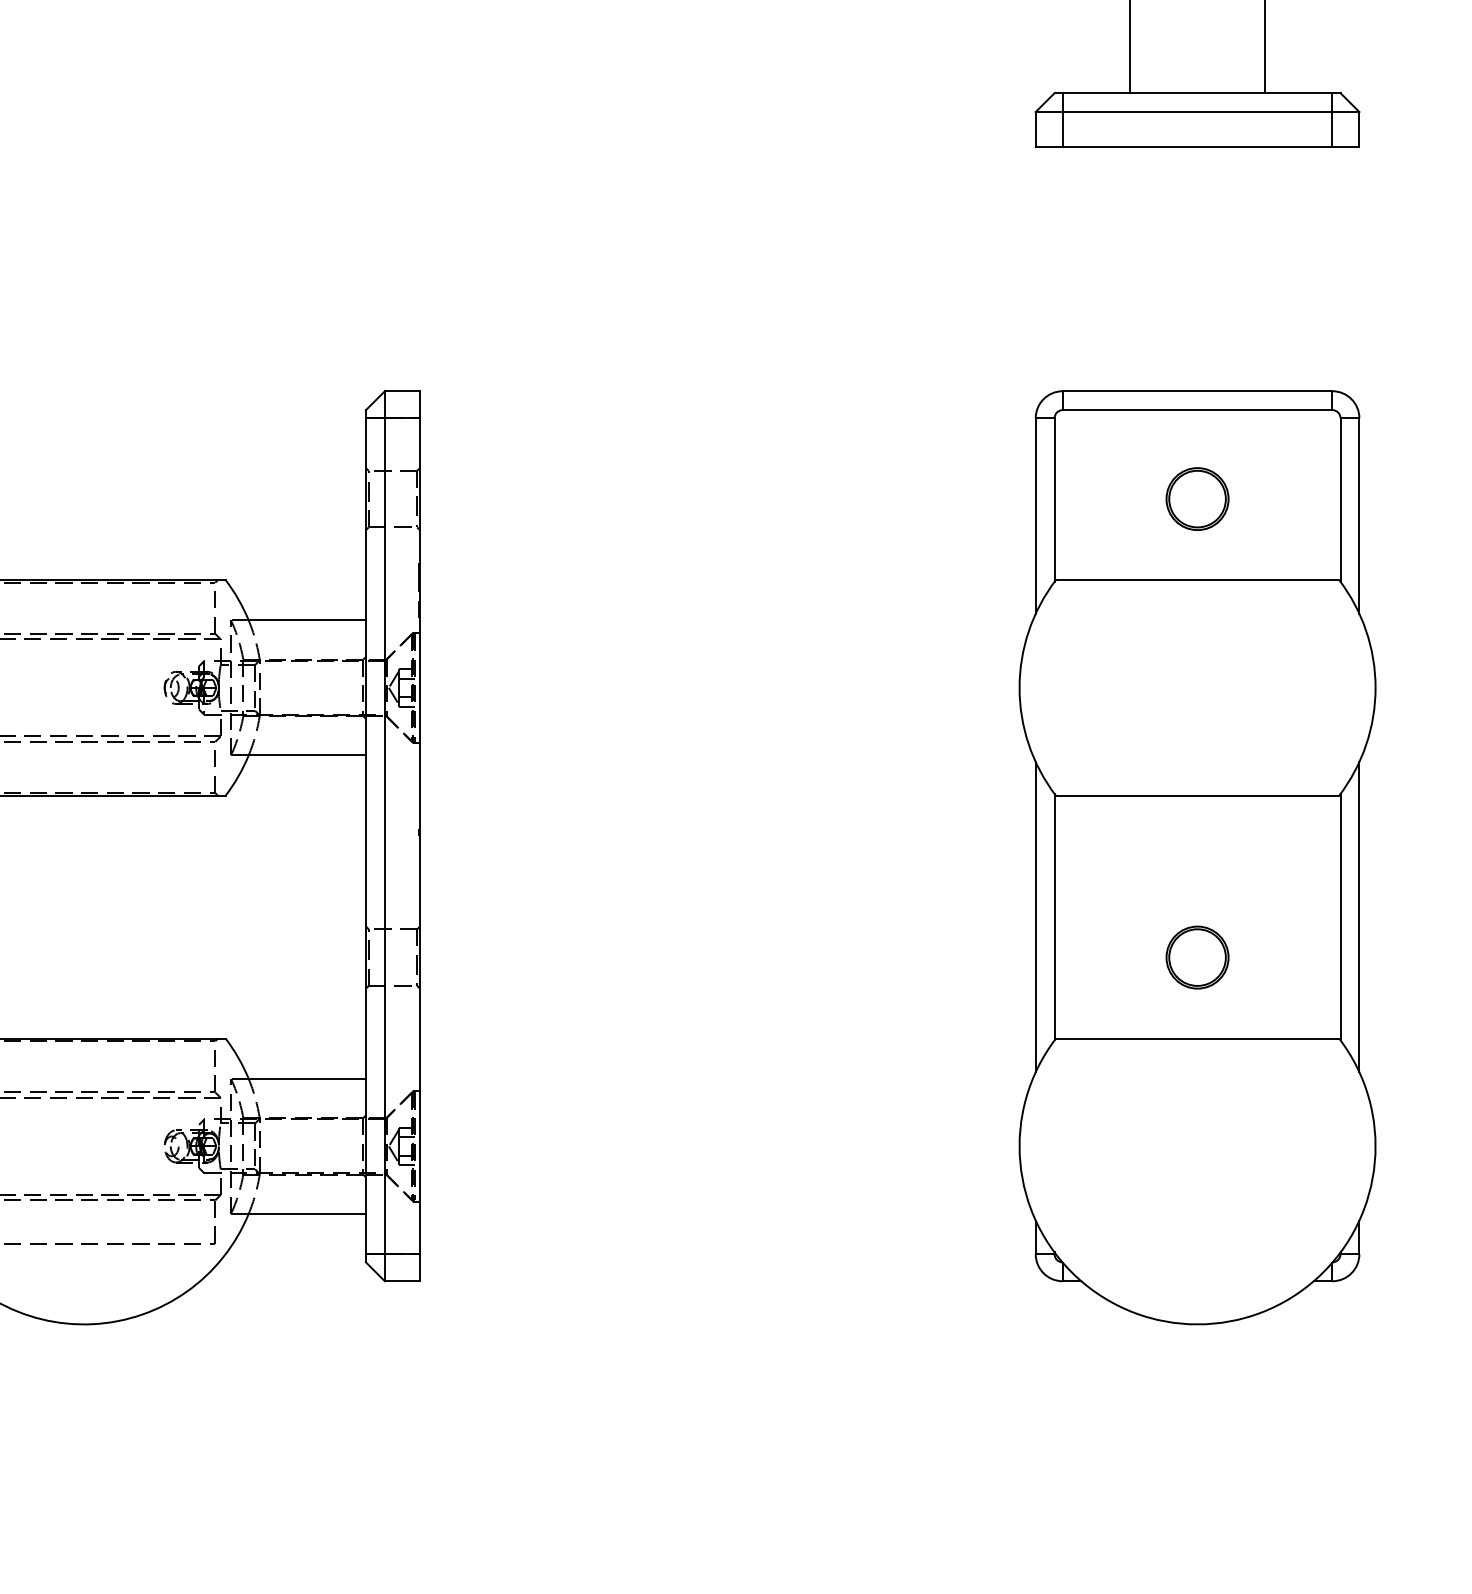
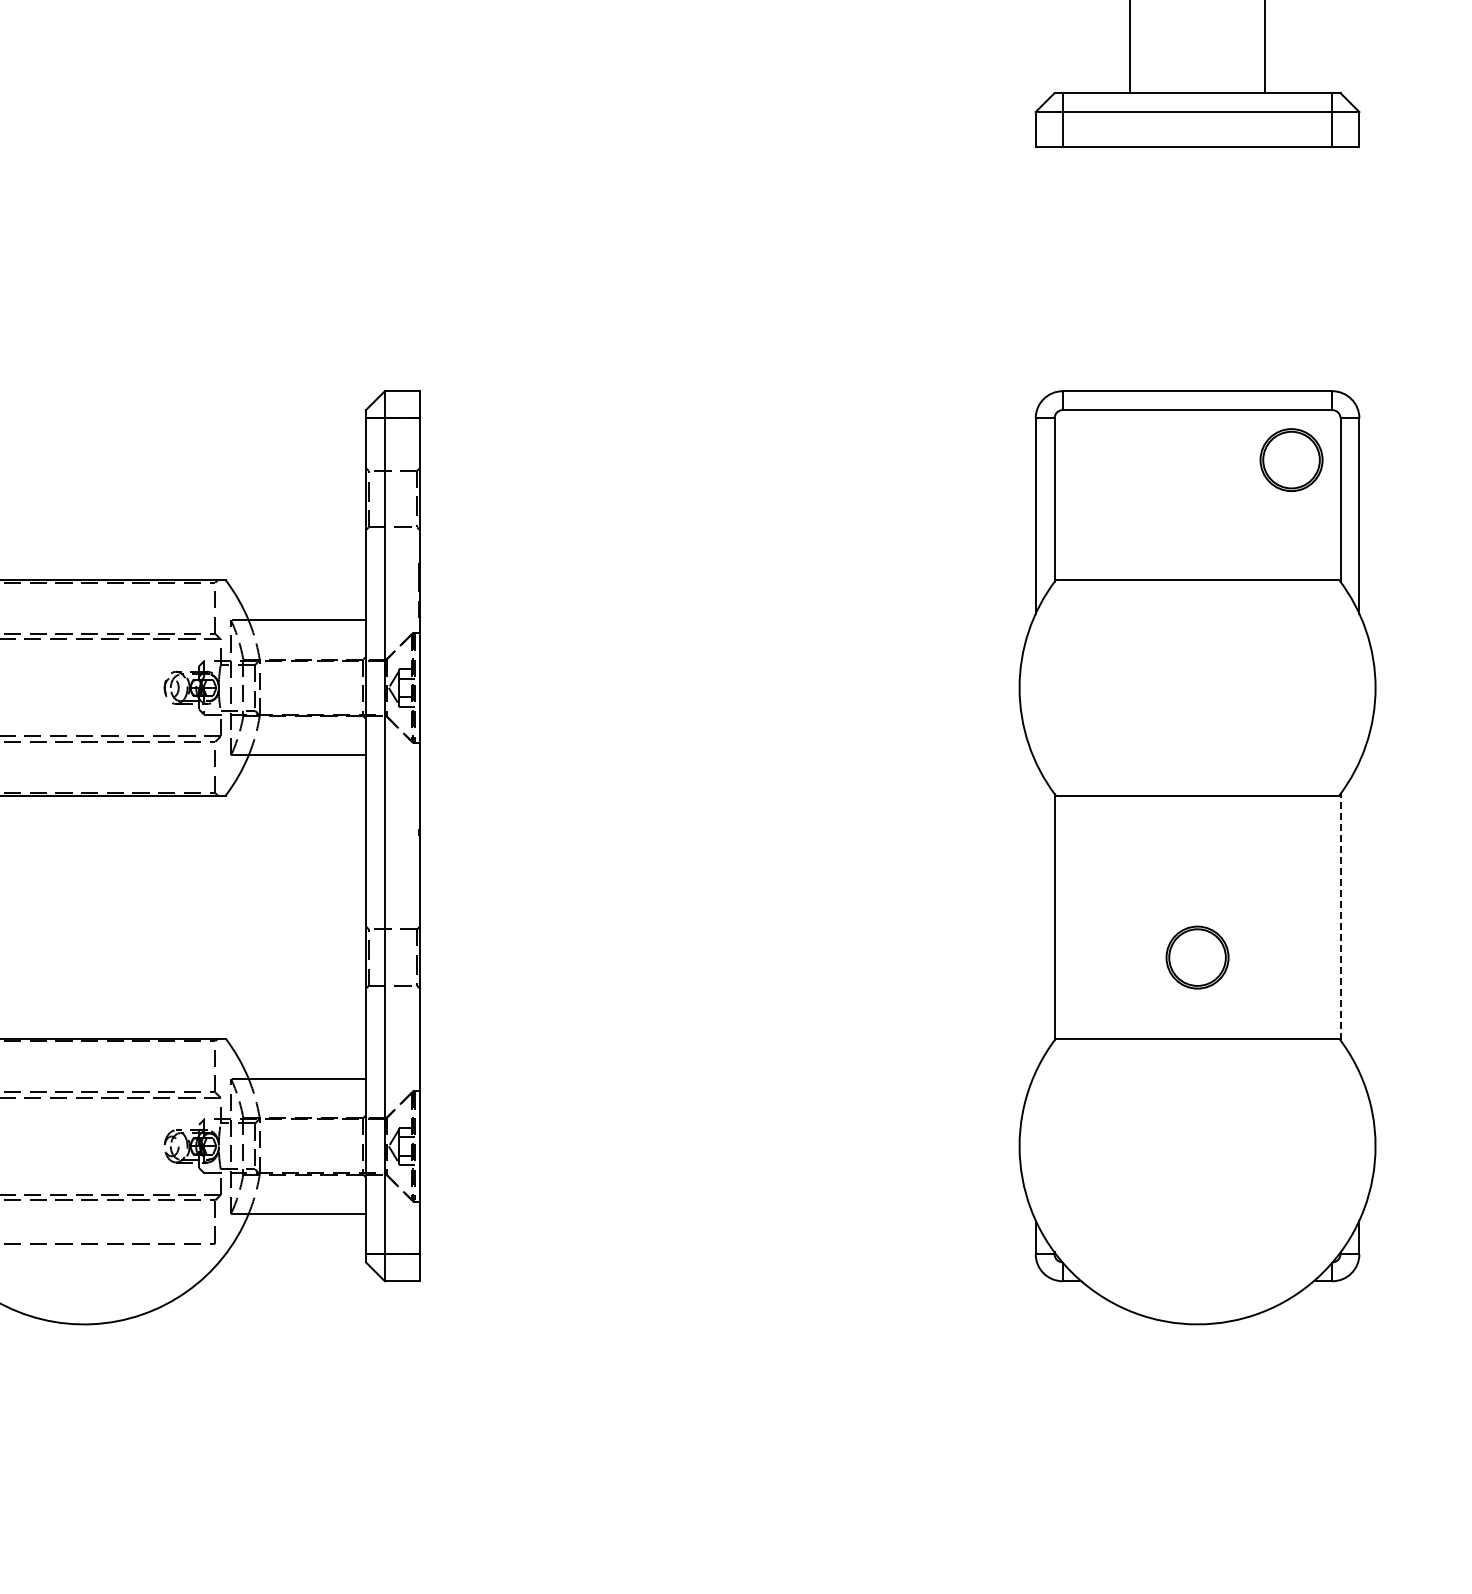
part at (1197, 498) position: (1197, 498) -> (1291, 459)
line at (1340, 916): solid -> dashed
line at (1035, 917): present -> none
line at (1359, 917): present -> none
